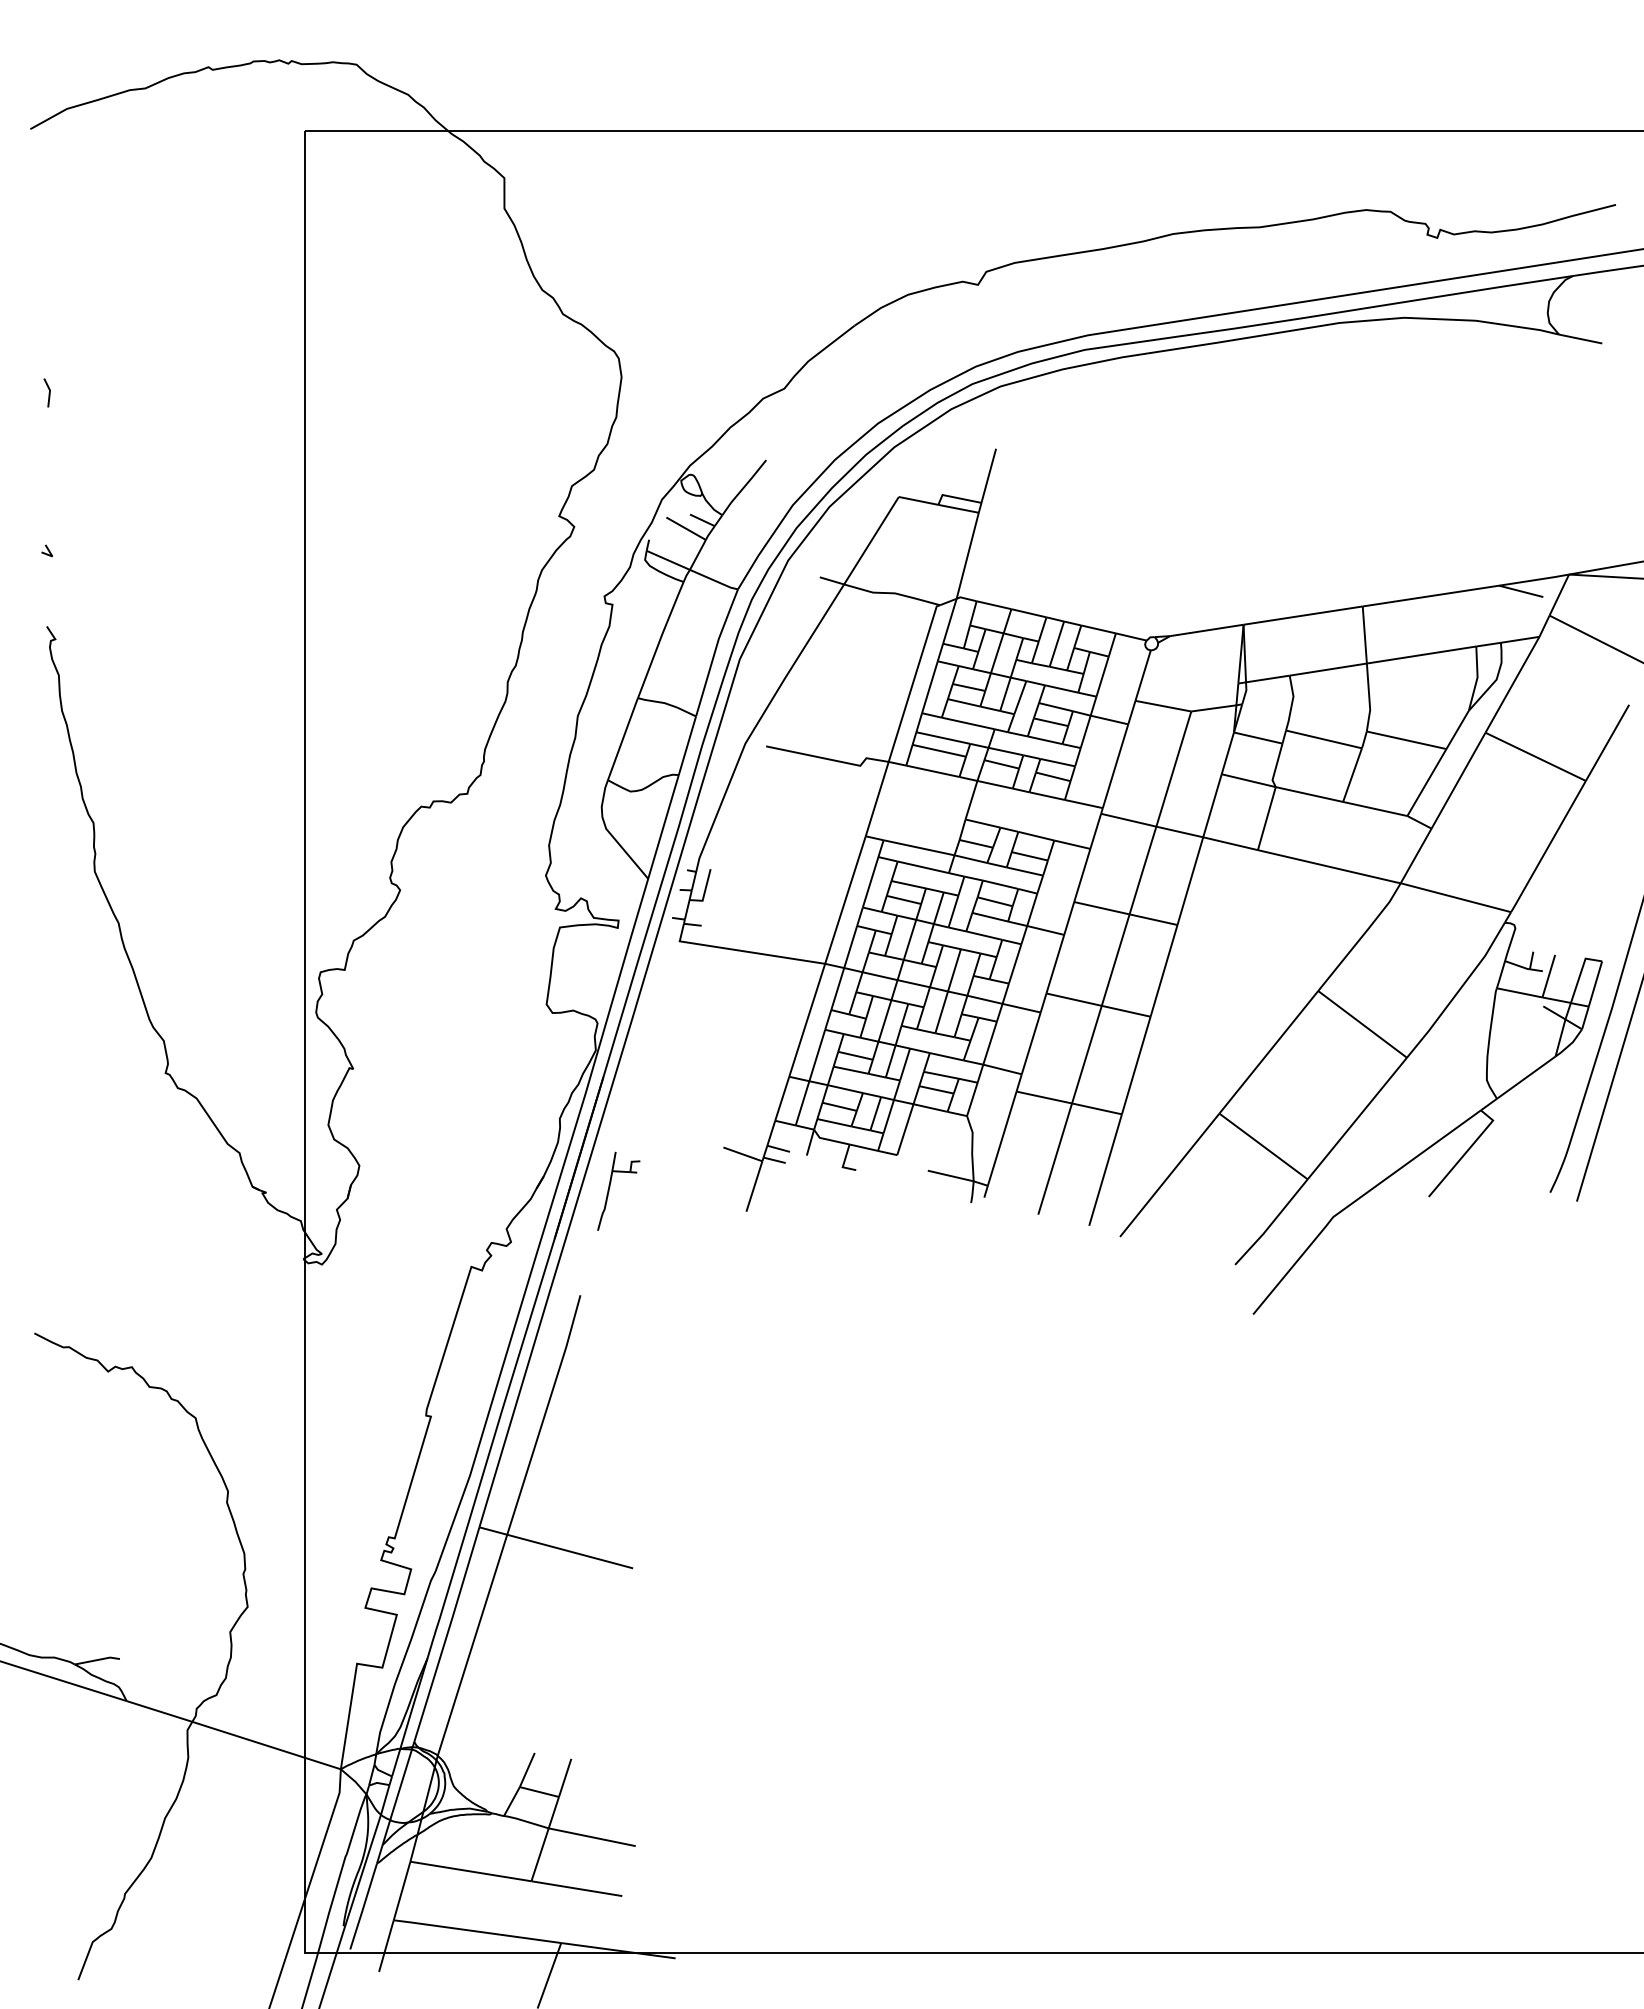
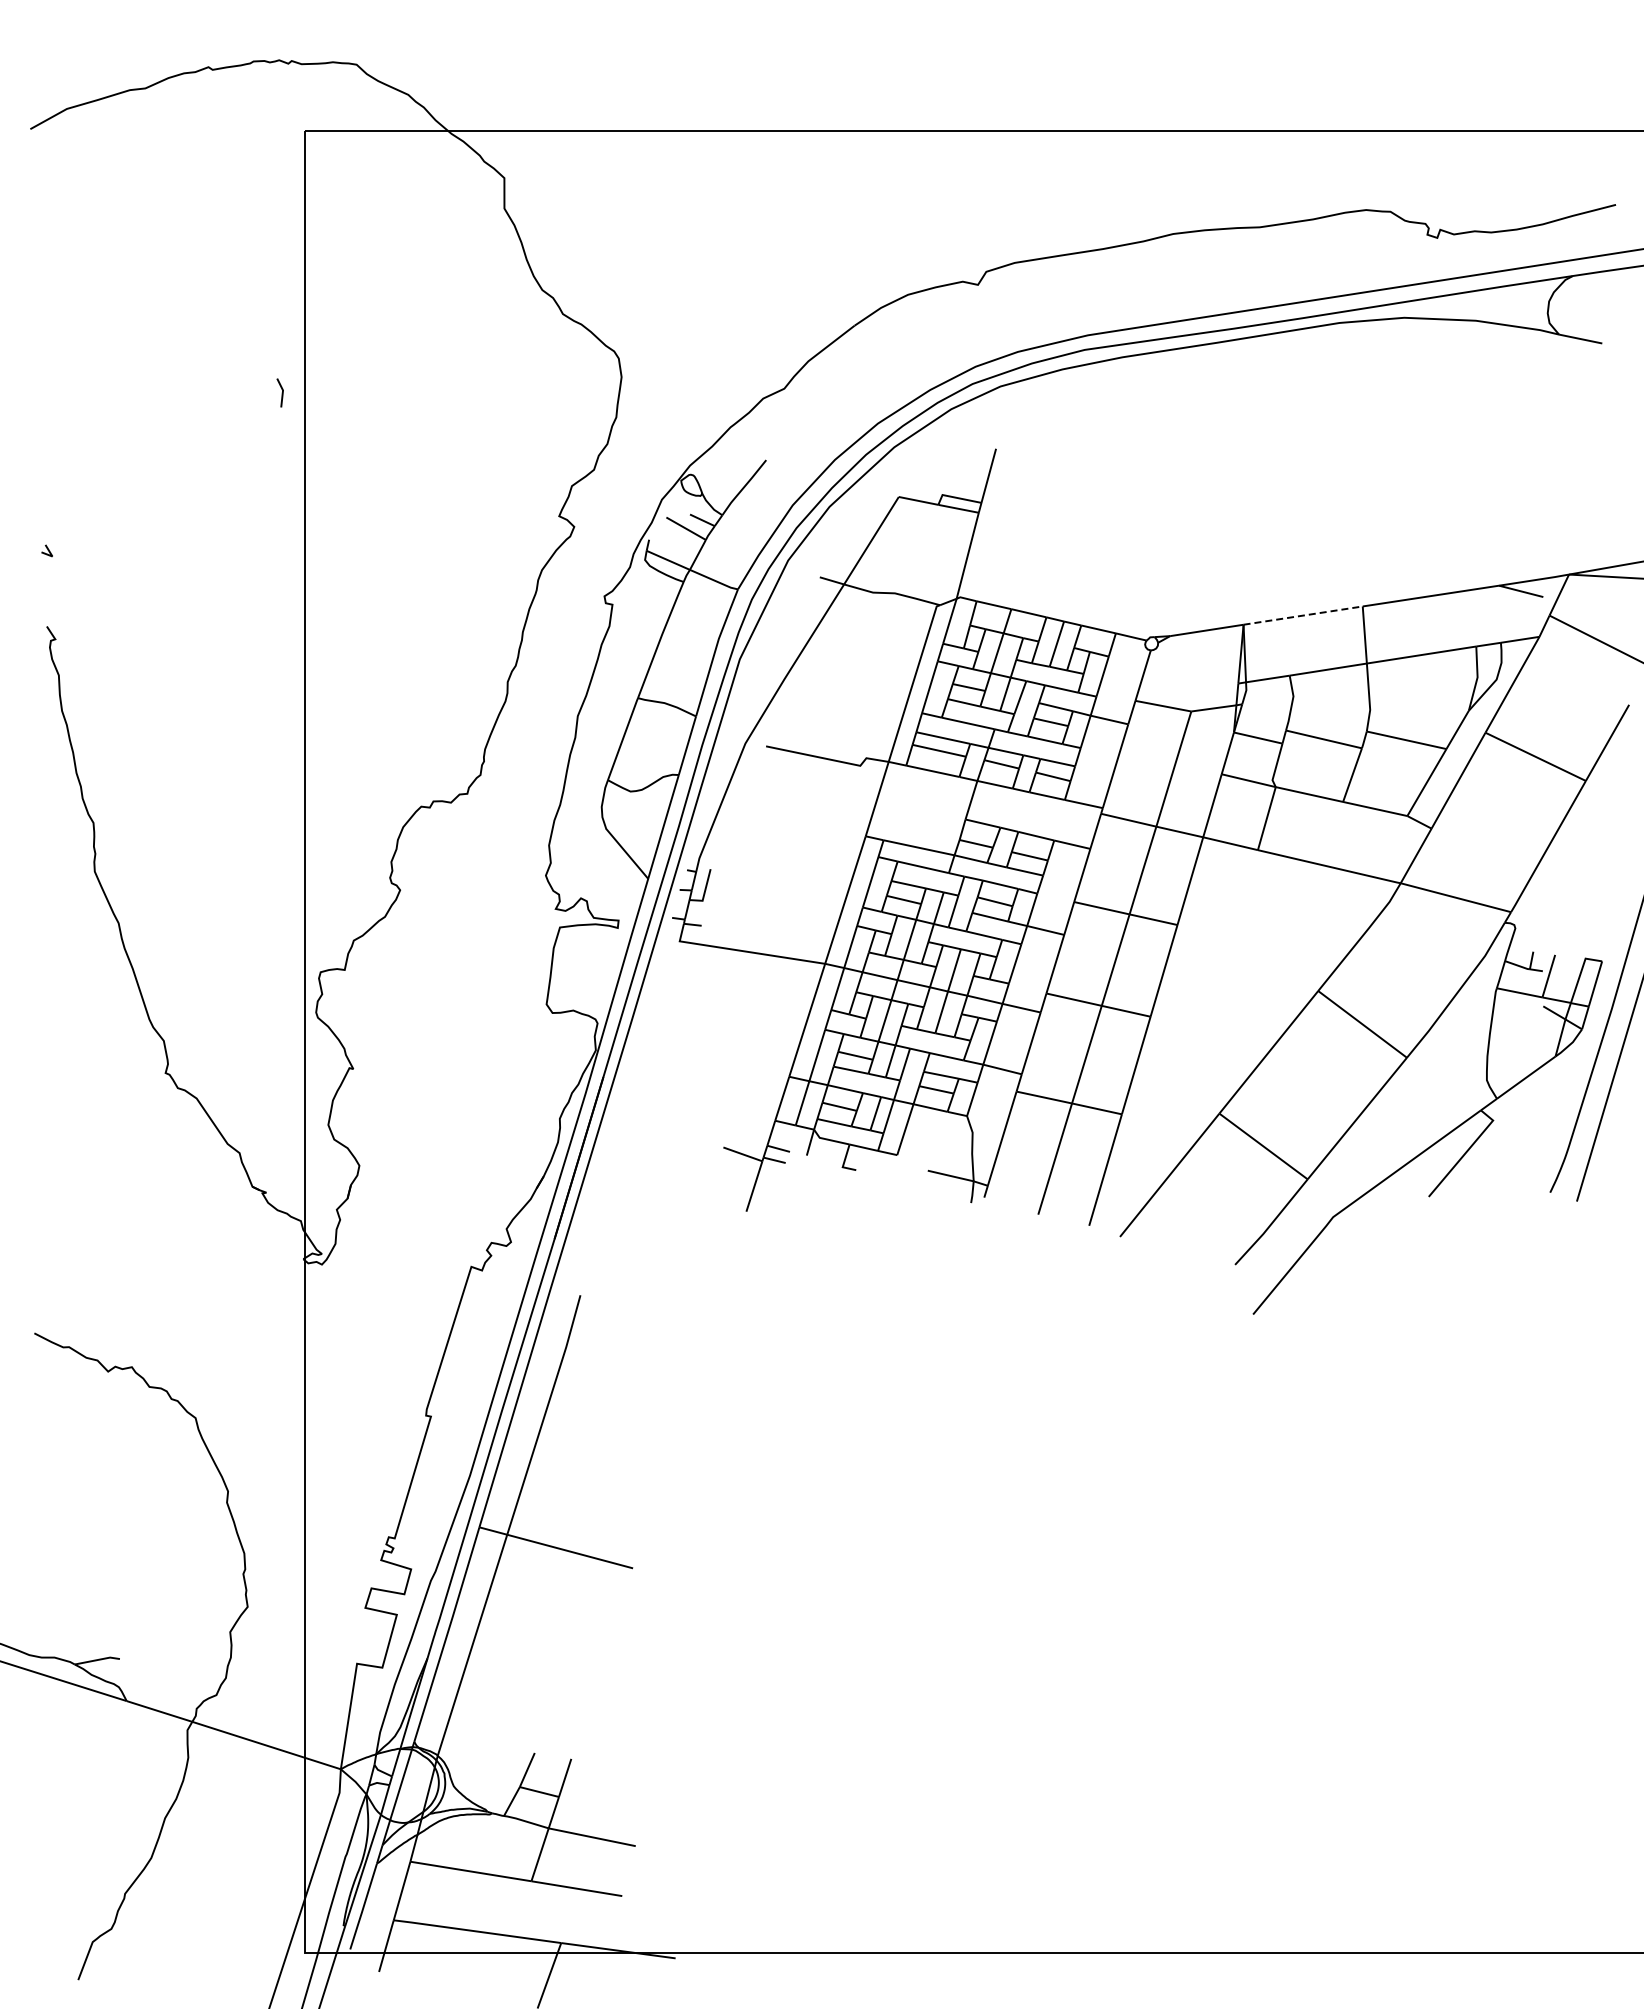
line at (48, 392) position: (48, 392) -> (281, 392)
line at (1303, 615): solid -> dashed
part at (610, 1187): present -> none
